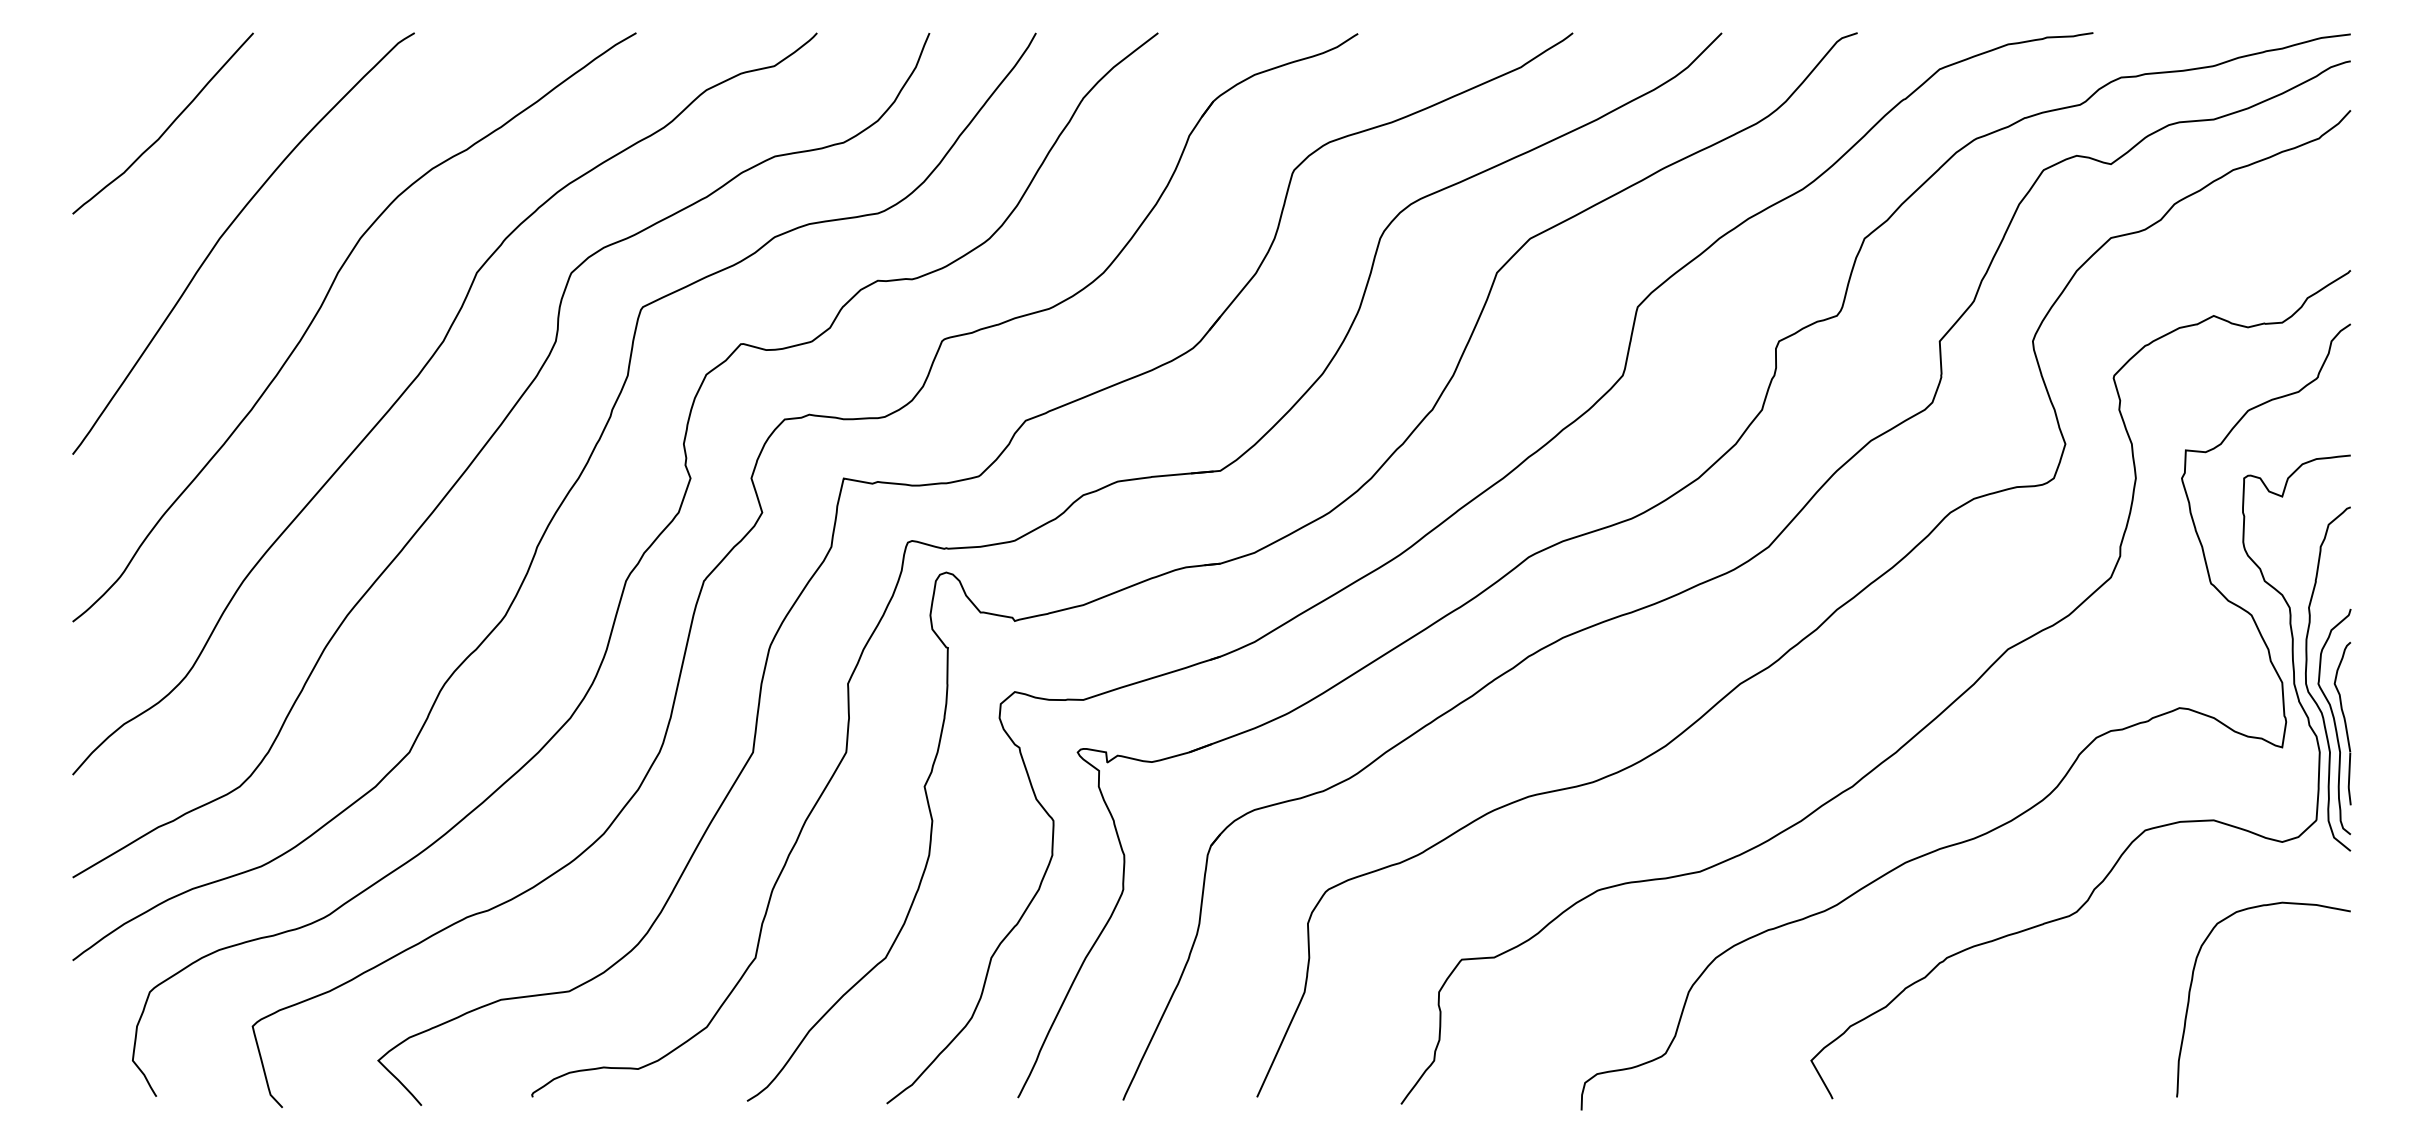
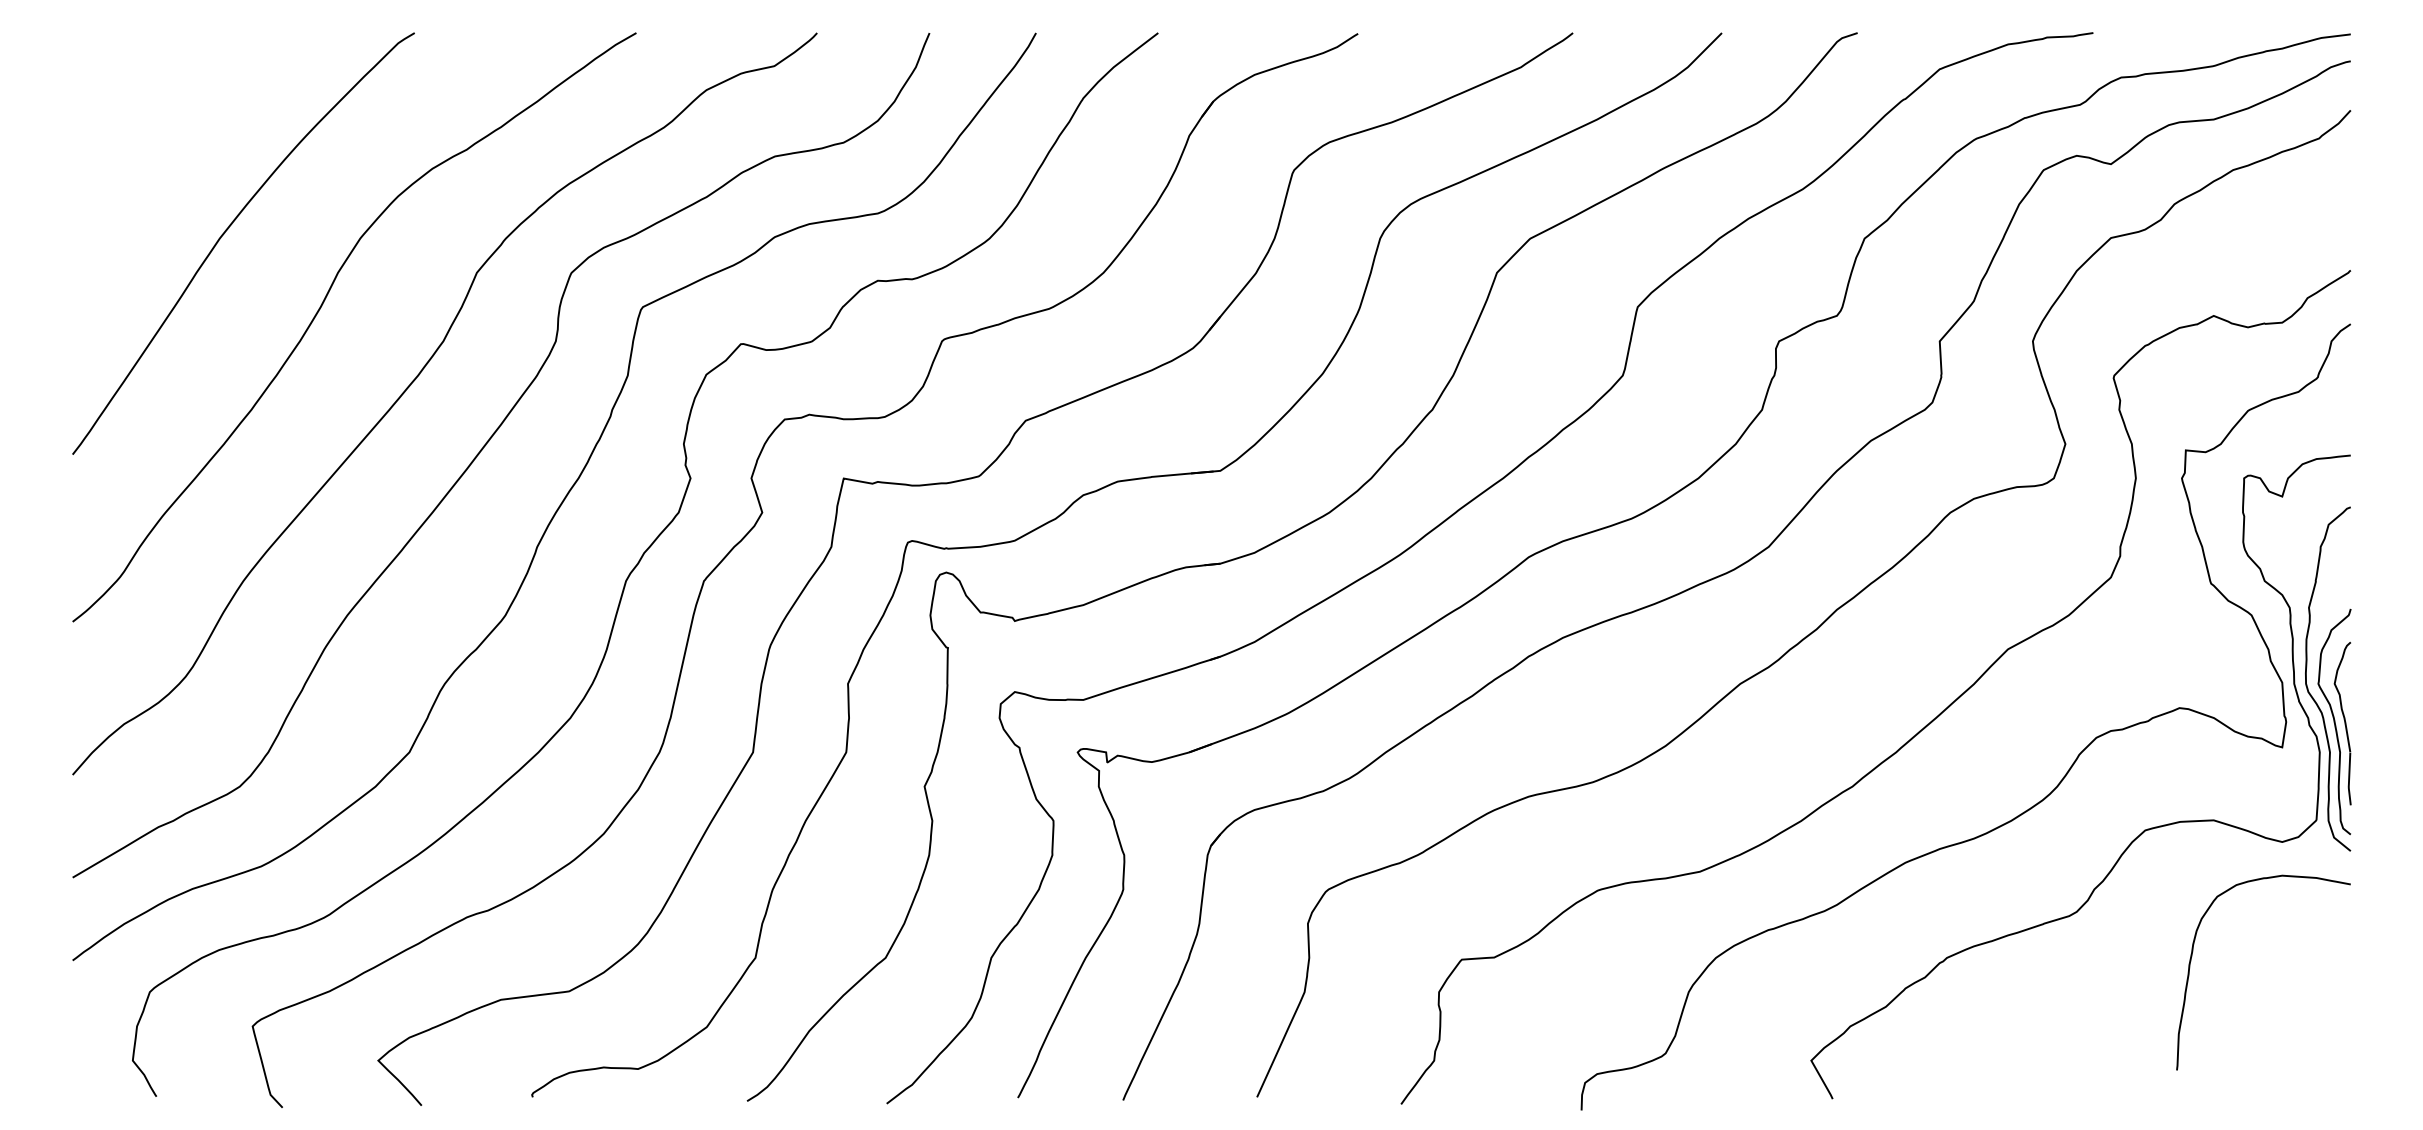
curve at (167, 127): present -> none
curve at (2192, 983) position: (2192, 983) -> (2192, 956)
